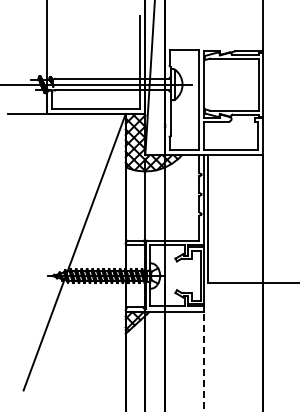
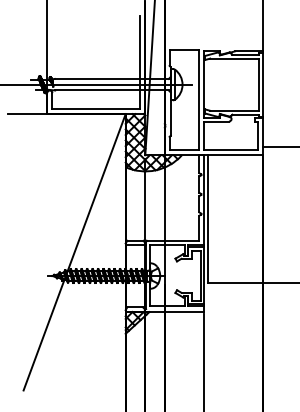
line at (279, 147): none -> present
line at (204, 362): dashed -> solid
